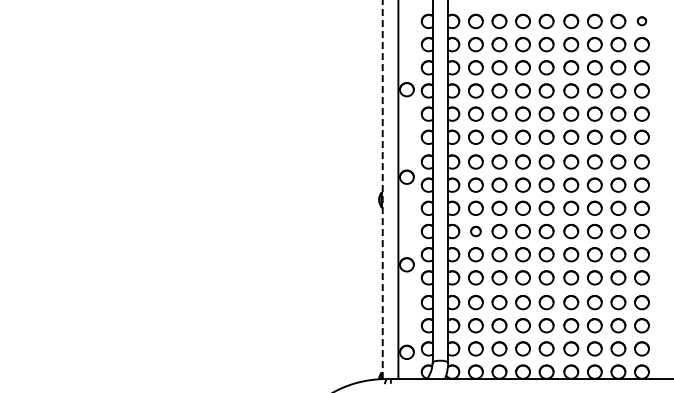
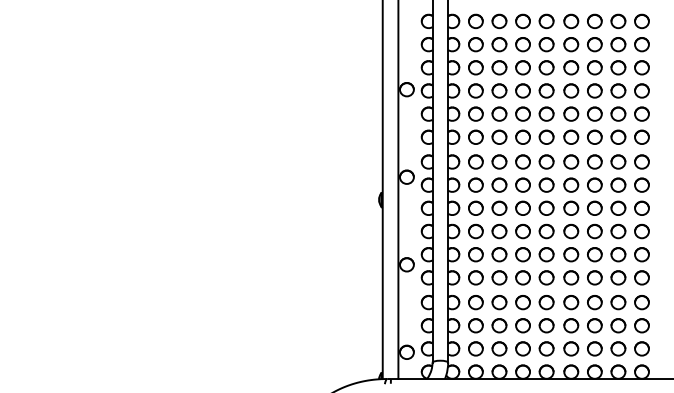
part at (641, 21) size: 12x11 px -> 16x16 px
line at (382, 189): dashed -> solid
part at (475, 231) size: 12x13 px -> 16x17 px
